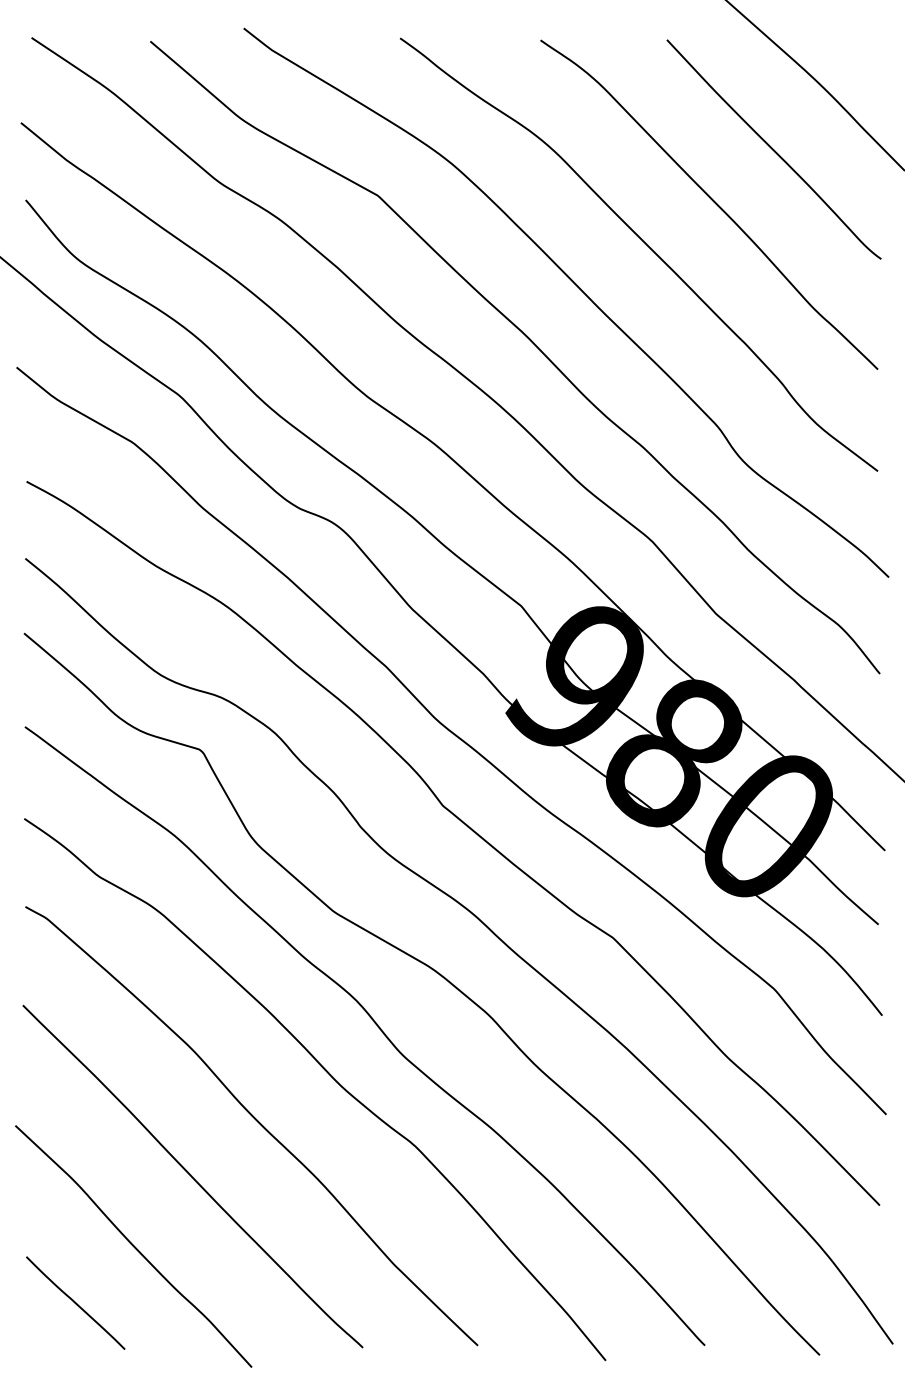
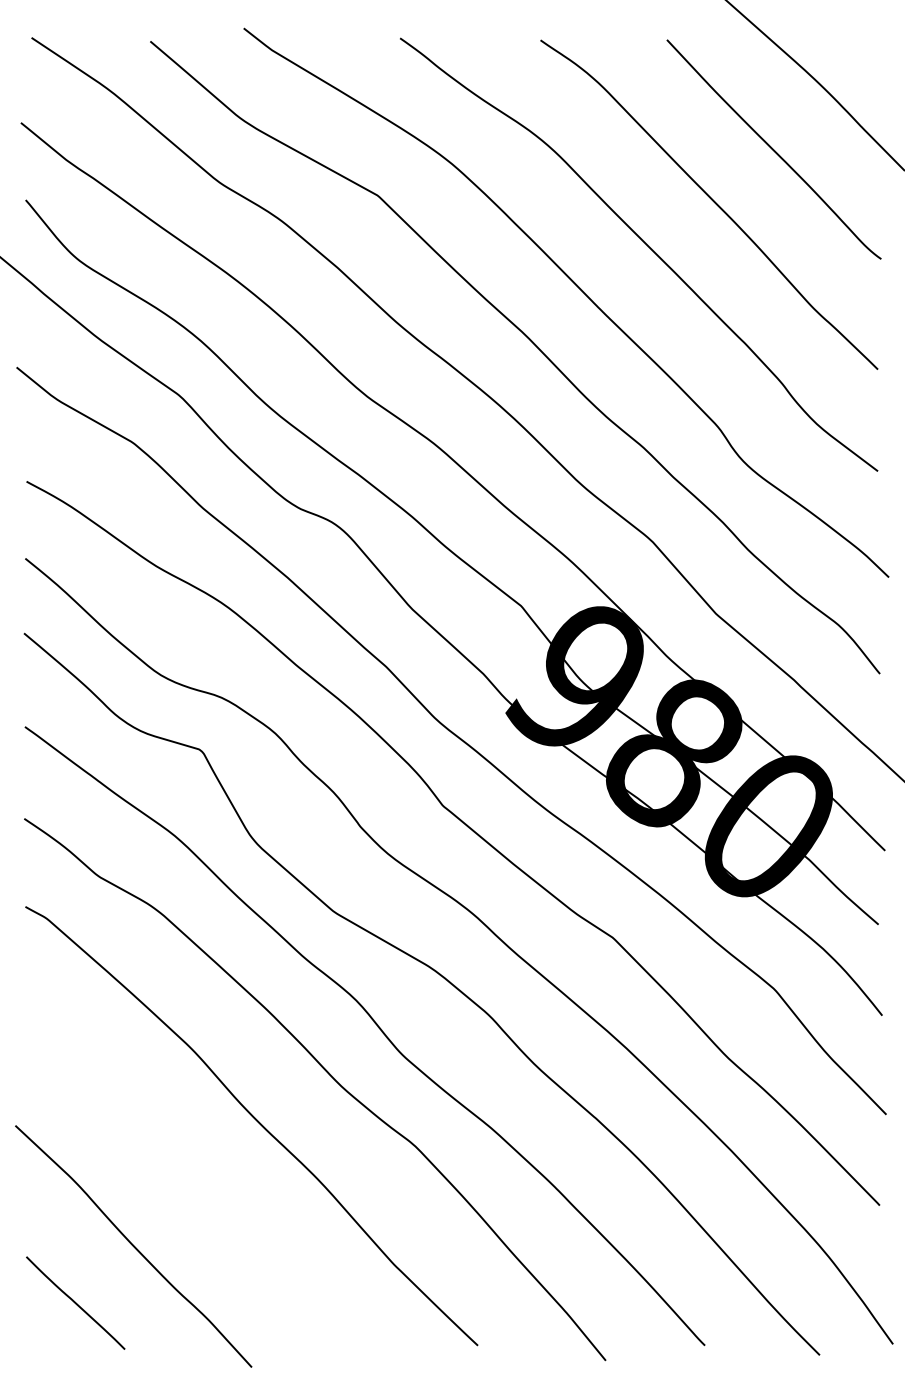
curve at (192, 1176): present -> none
